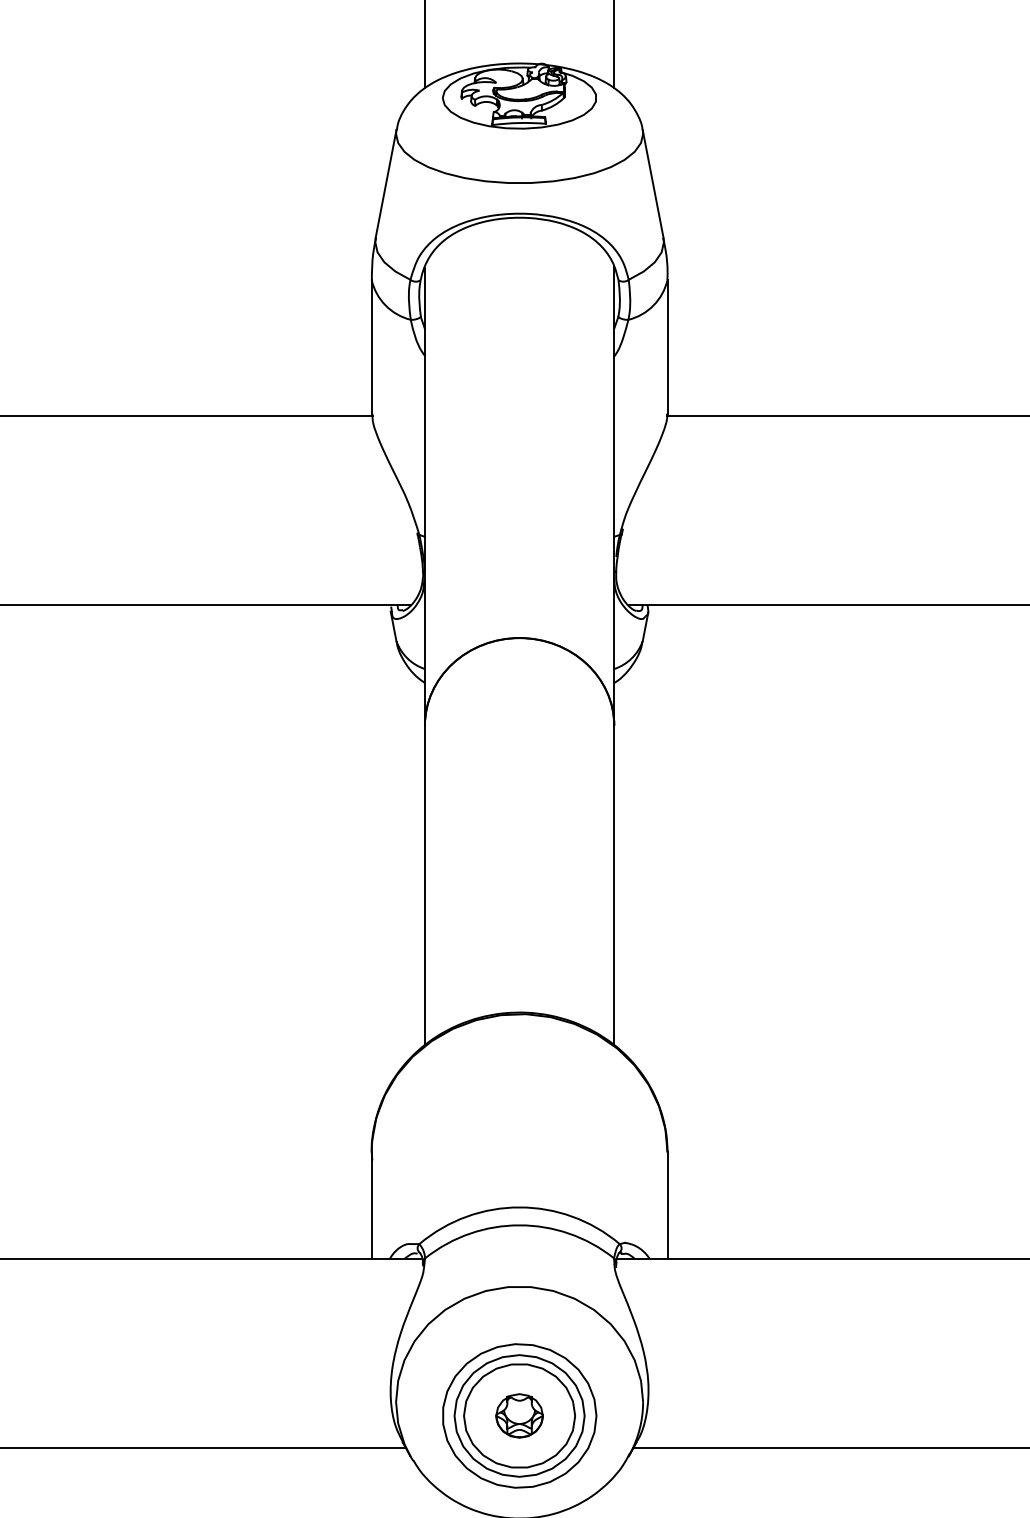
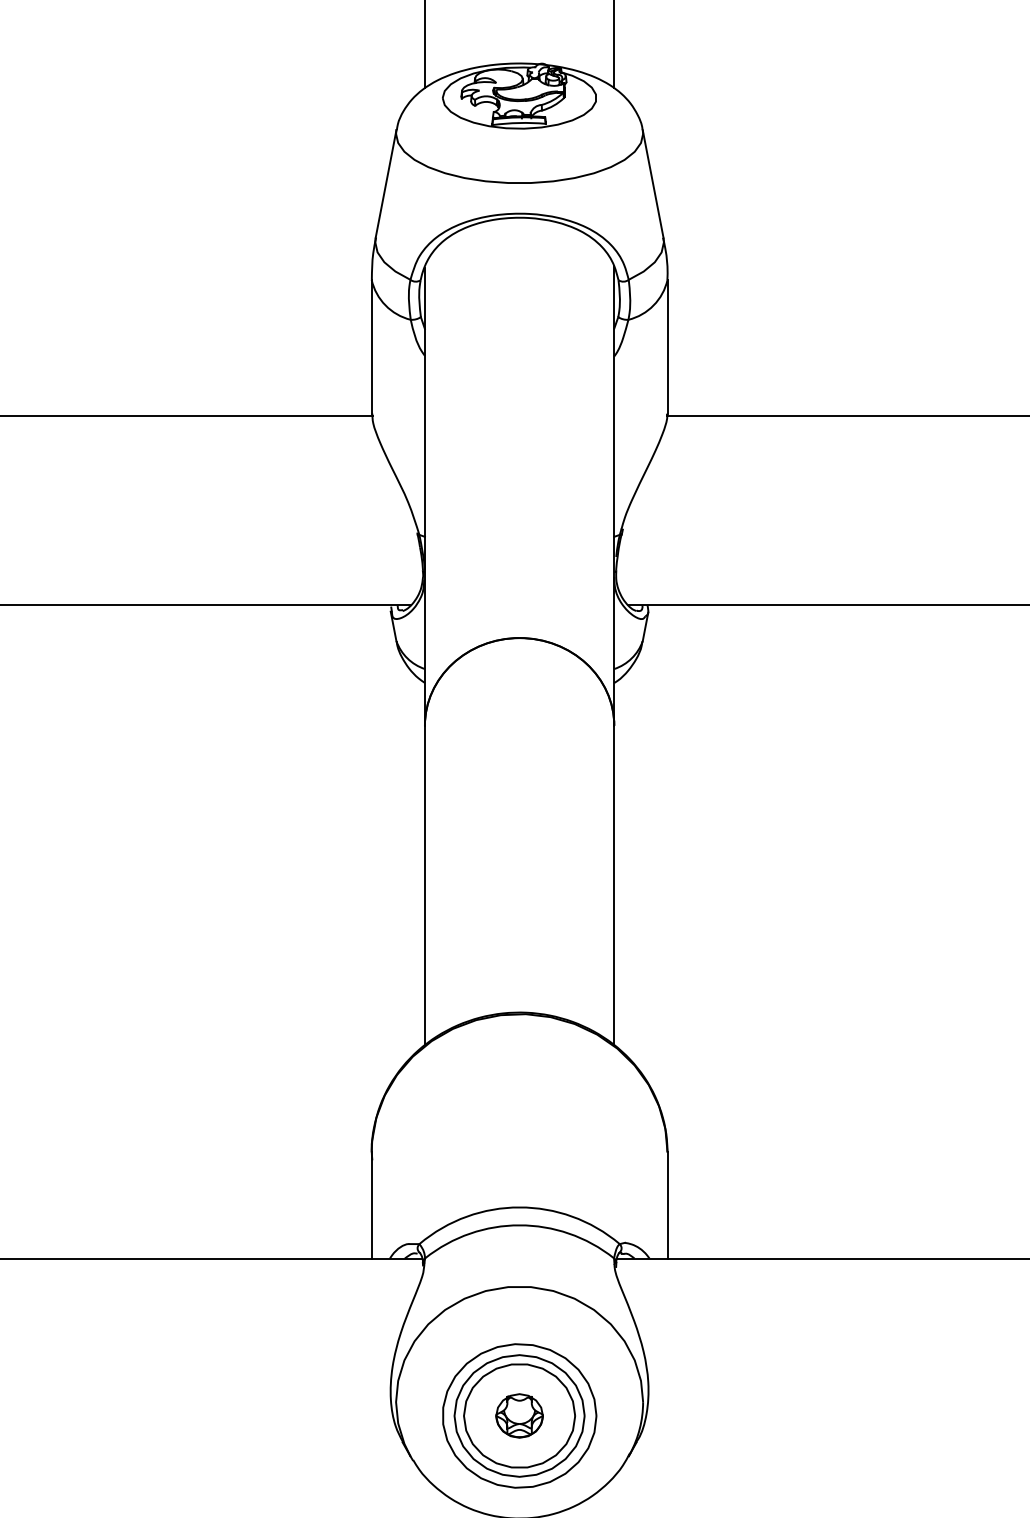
line at (203, 1447): present -> none
line at (829, 1447): present -> none
